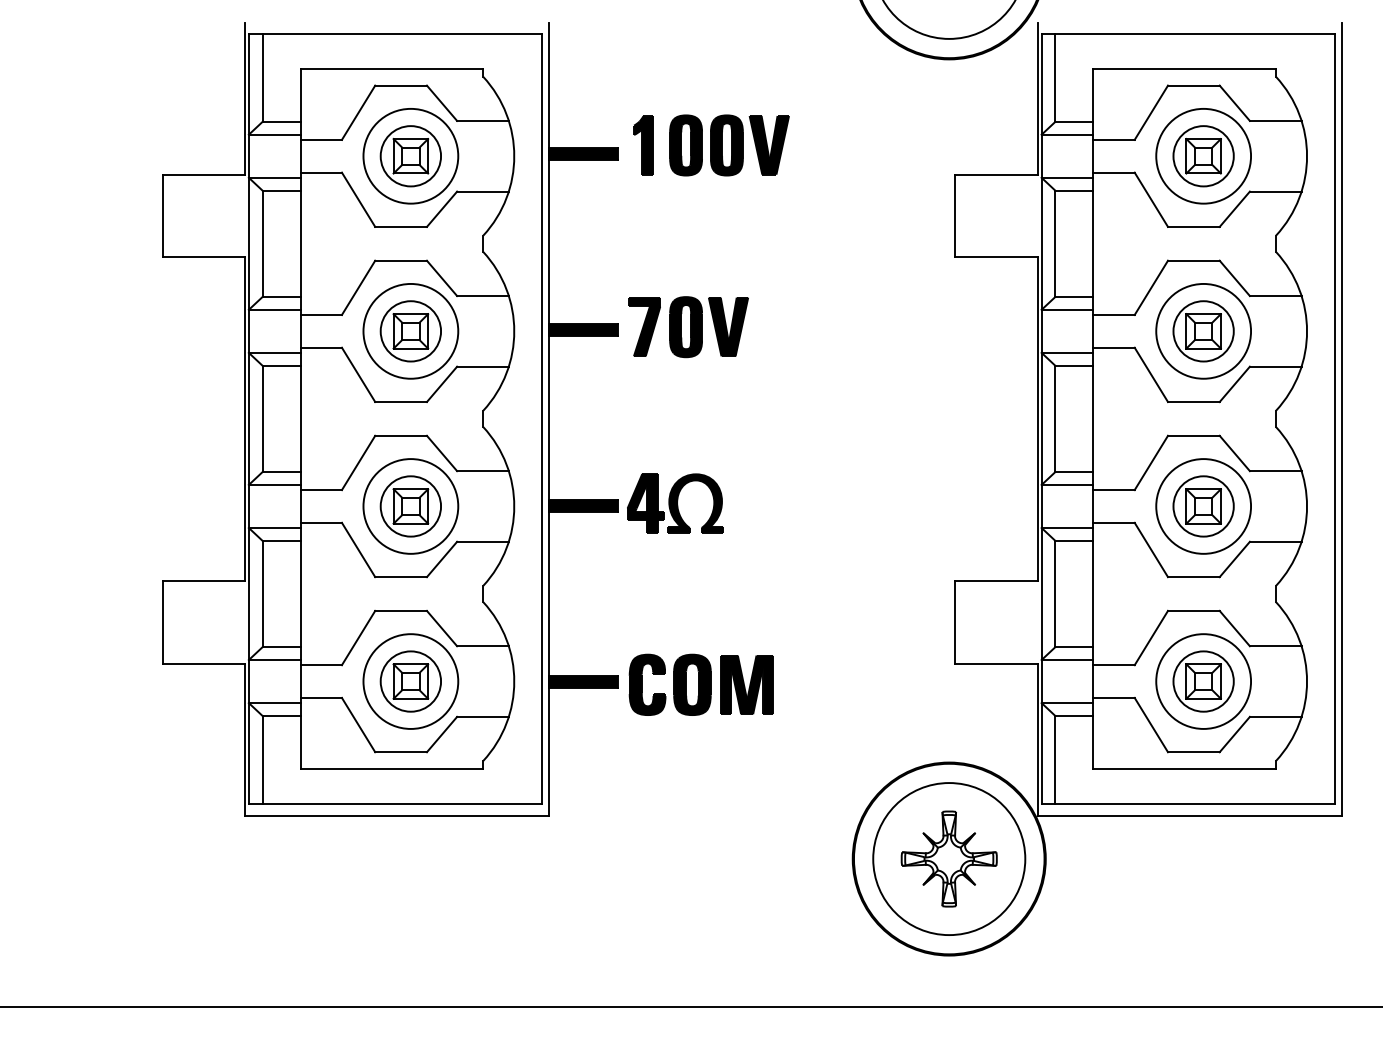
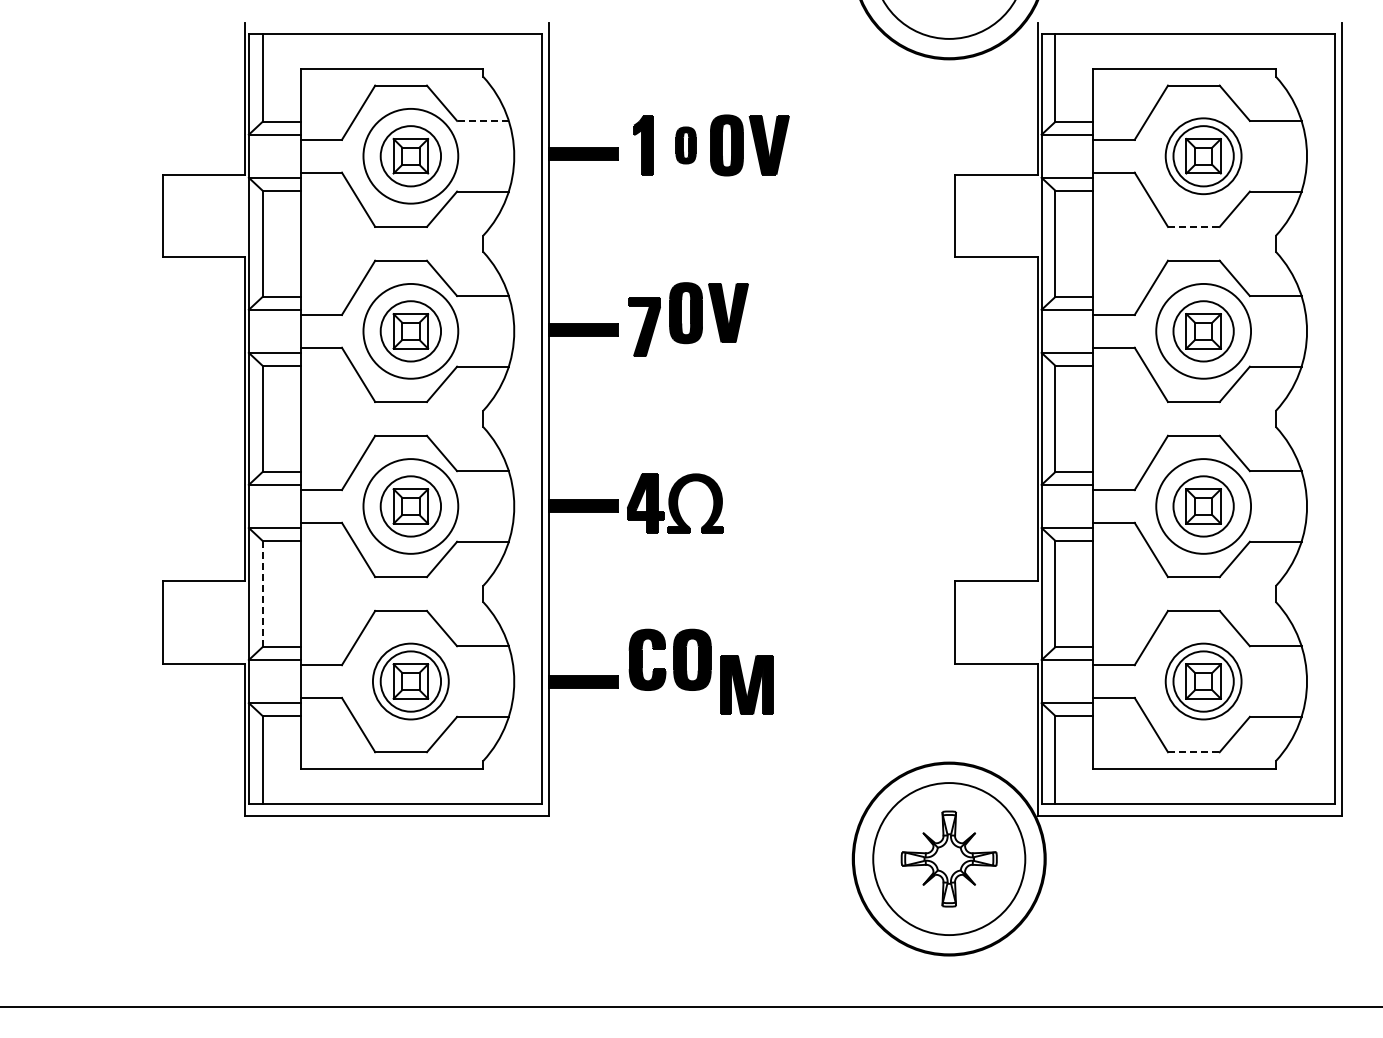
line at (482, 120): solid -> dashed
part at (685, 145) size: 34x63 px -> 22x39 px
circle at (1203, 155) diameter: 95 px -> 76 px
line at (1193, 226): solid -> dashed
part at (708, 327) position: (708, 327) -> (708, 313)
line at (262, 593): solid -> dashed
circle at (410, 681) diameter: 95 px -> 76 px
circle at (1203, 681) diameter: 95 px -> 76 px
part at (669, 684) position: (669, 684) -> (669, 659)
line at (1193, 752): solid -> dashed
